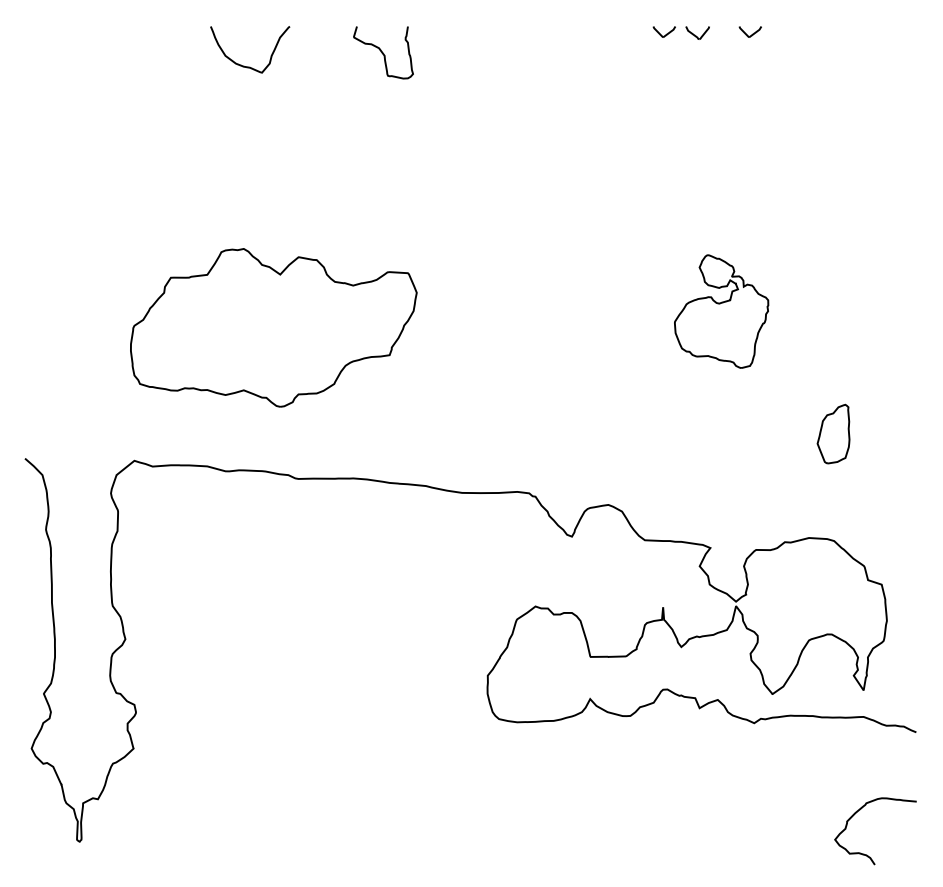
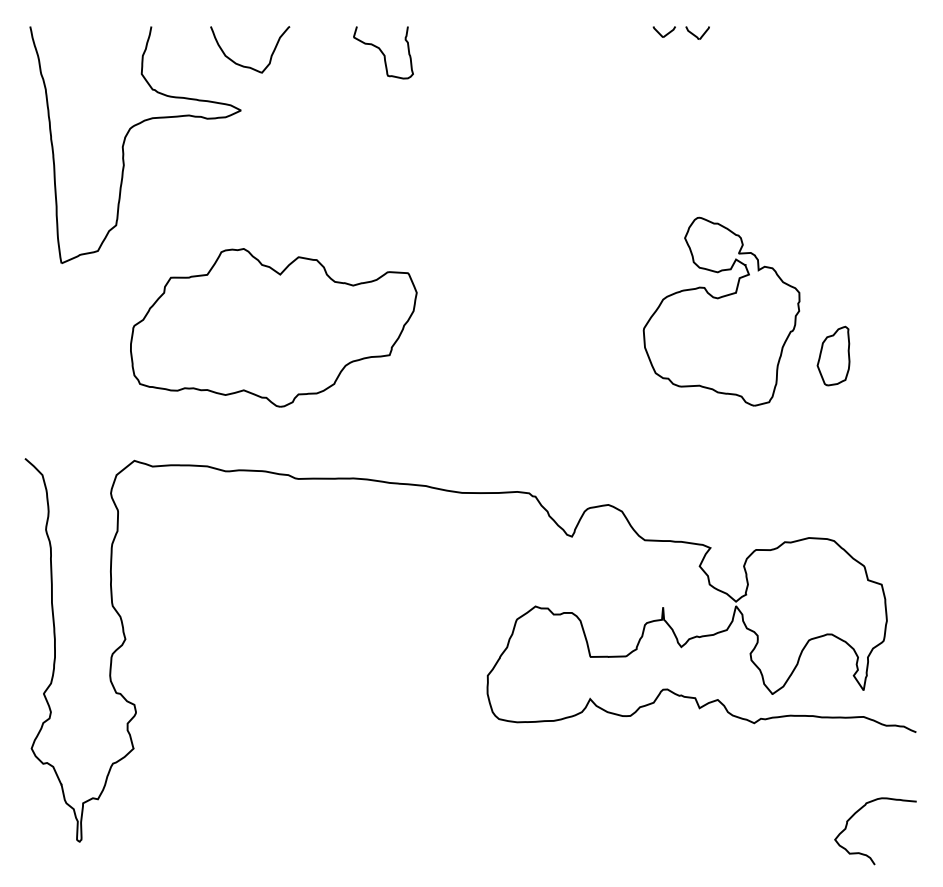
part at (749, 31): present -> none
part at (125, 141): none -> present
part at (721, 311) size: 96x115 px -> 159x191 px
part at (833, 433) position: (833, 433) -> (833, 355)
